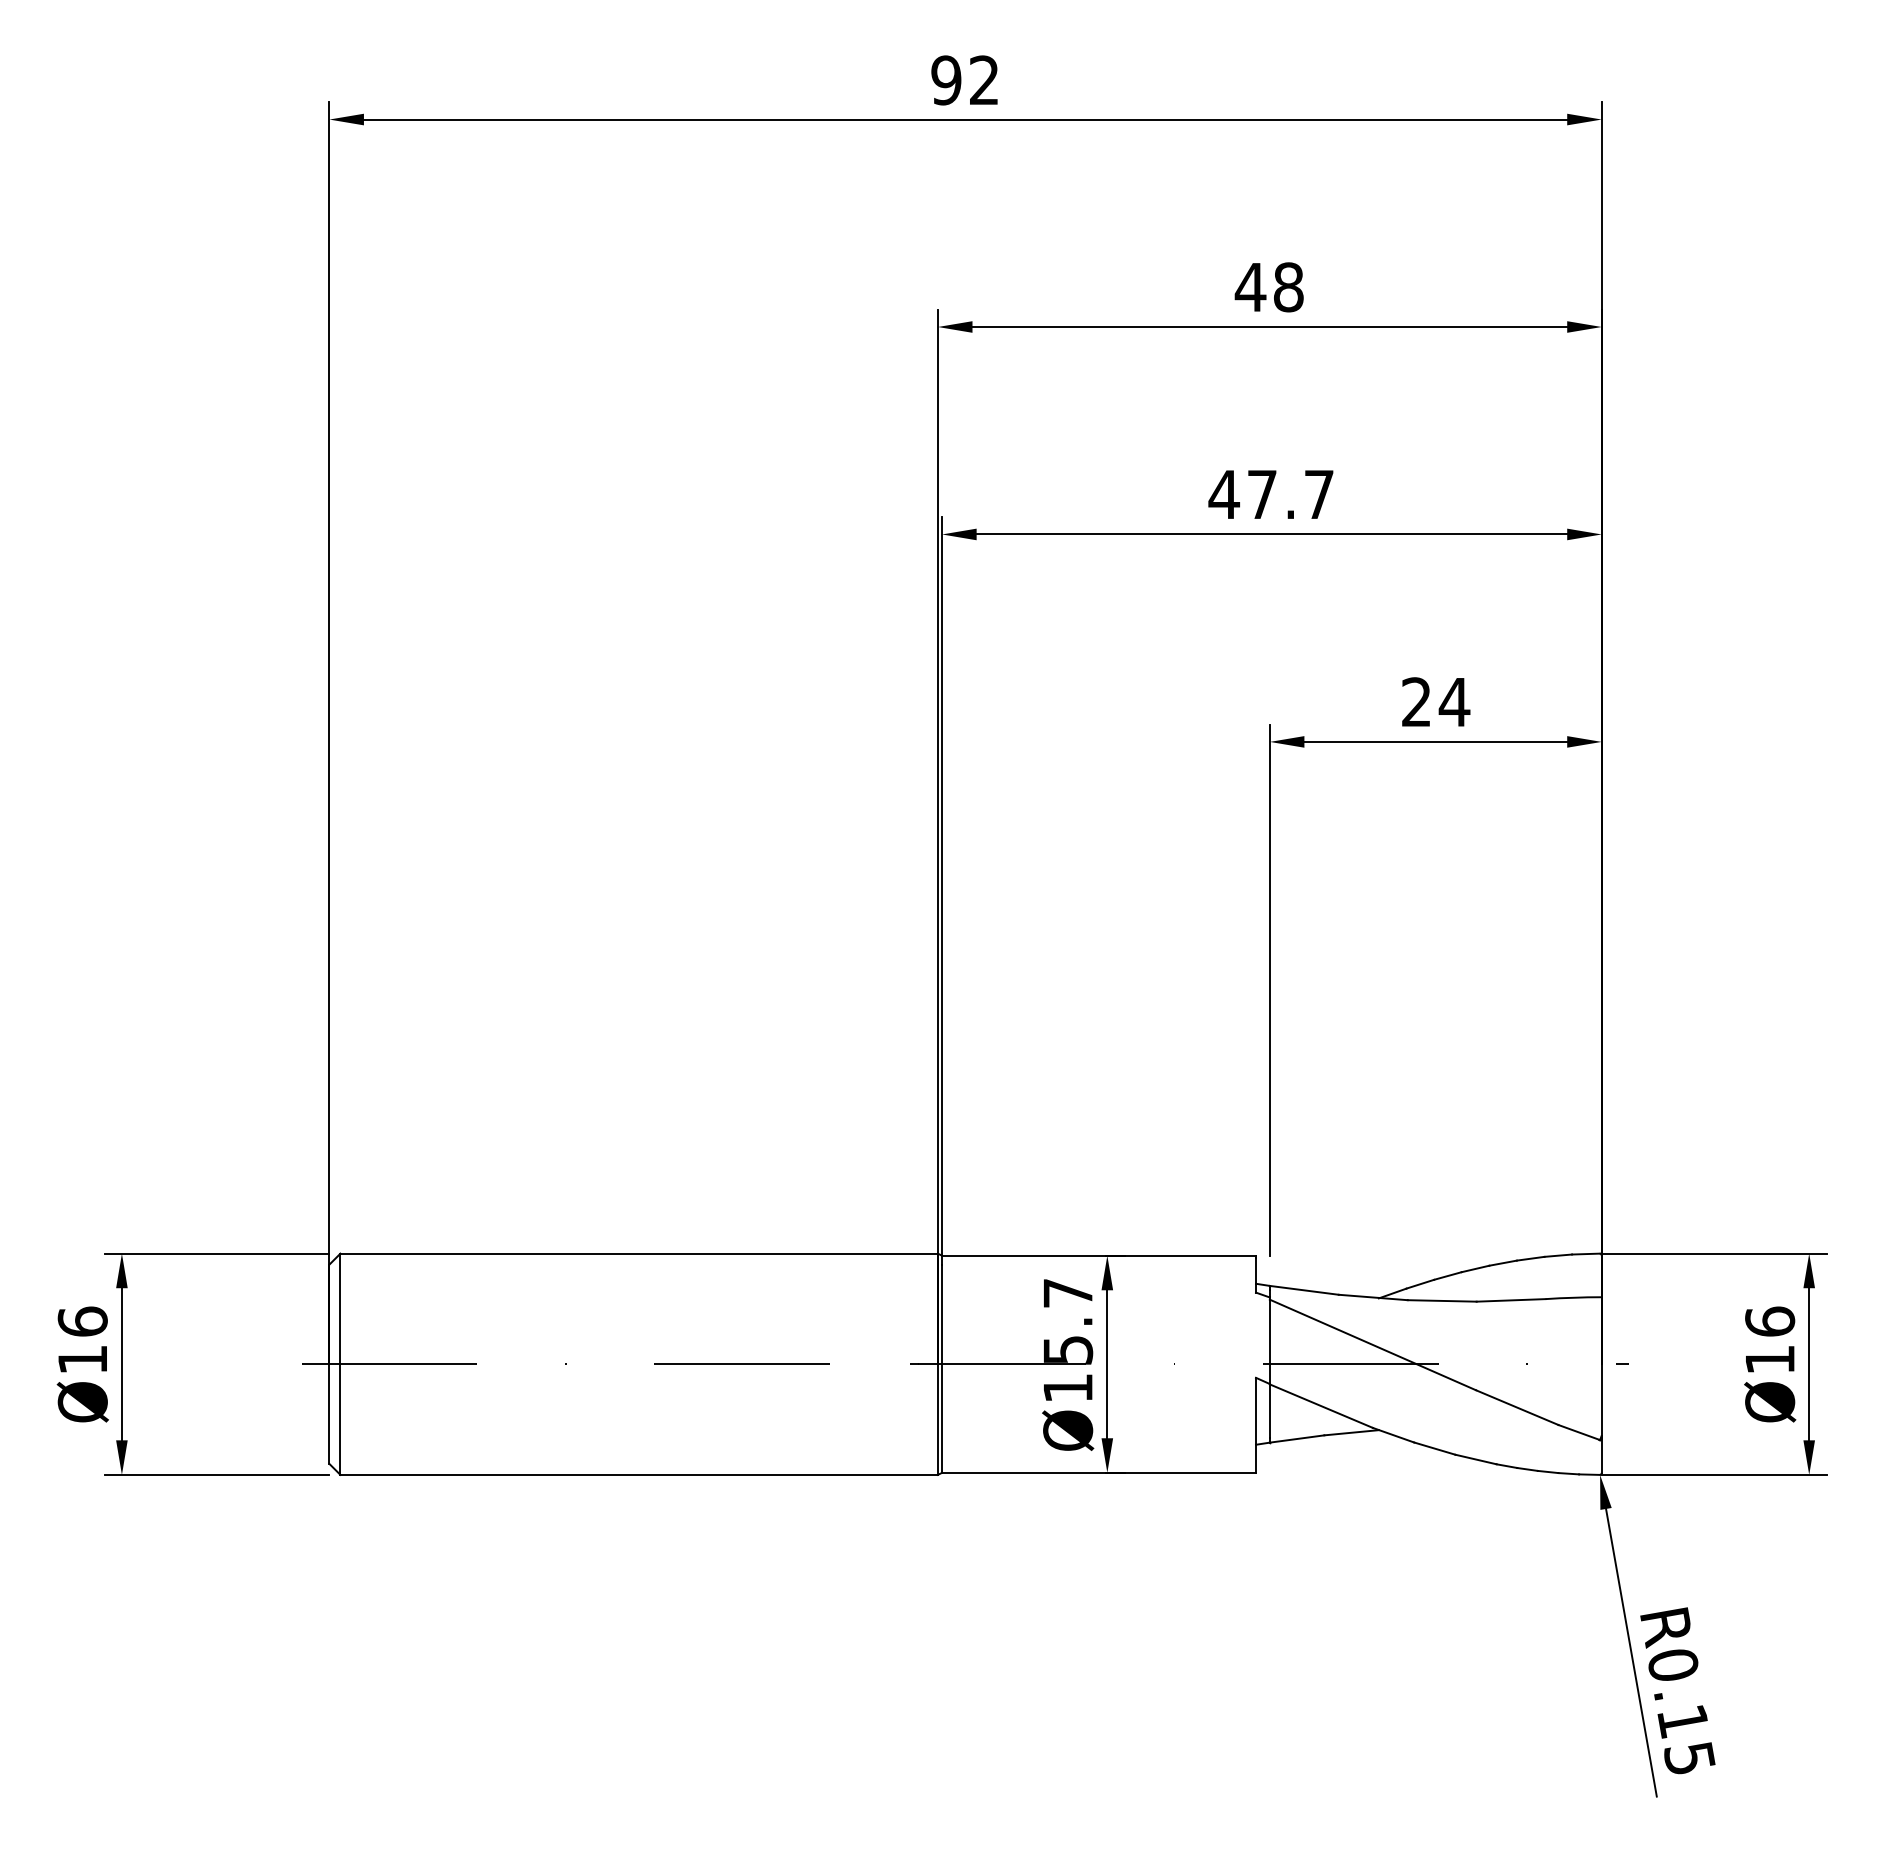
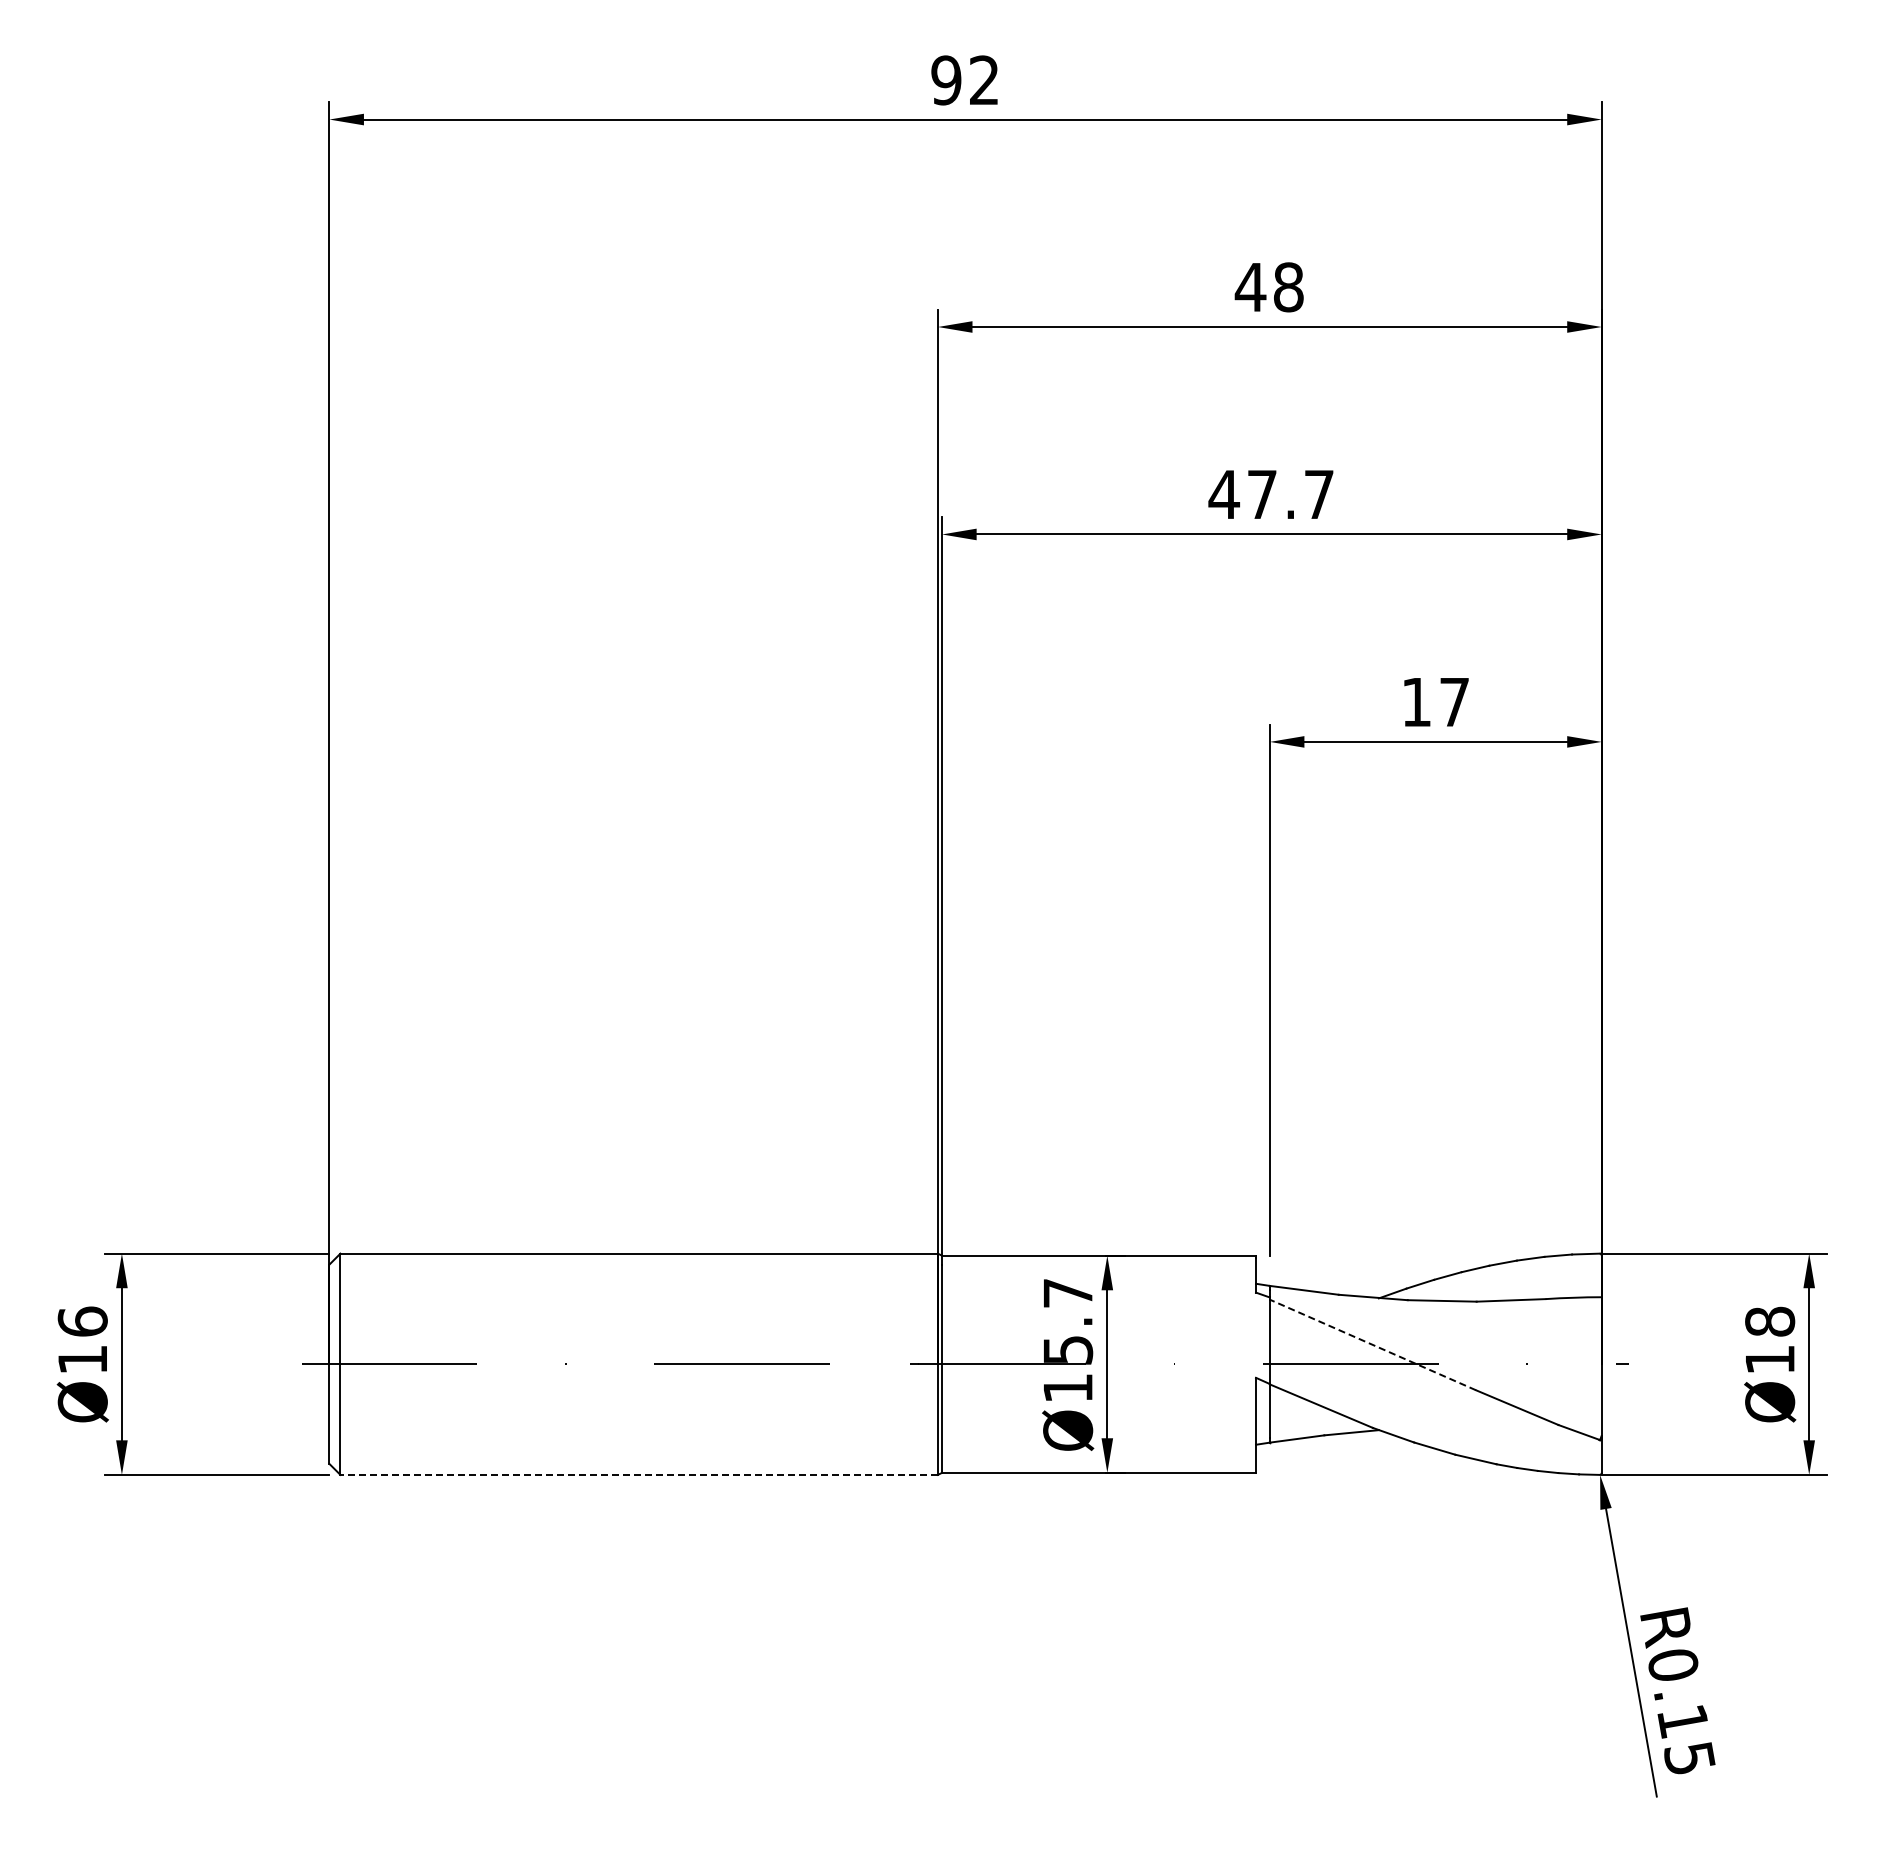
text at (1436, 701): 24 -> 17
text at (1770, 1321): Ø16 -> Ø18
line at (1372, 1344): solid -> dashed
line at (639, 1474): solid -> dashed
